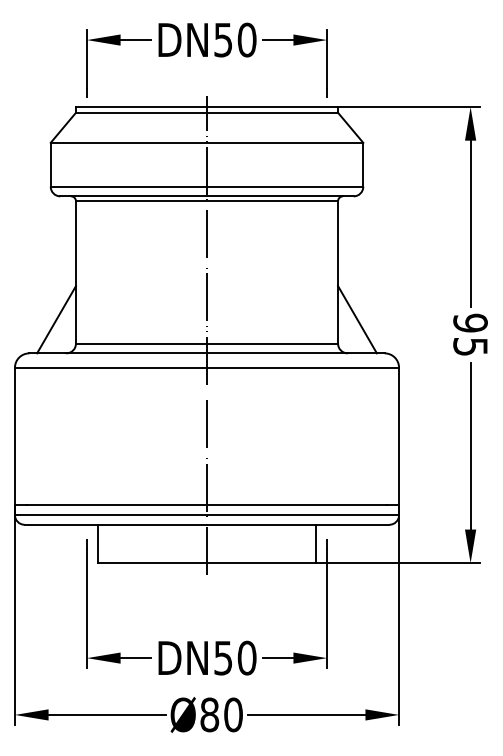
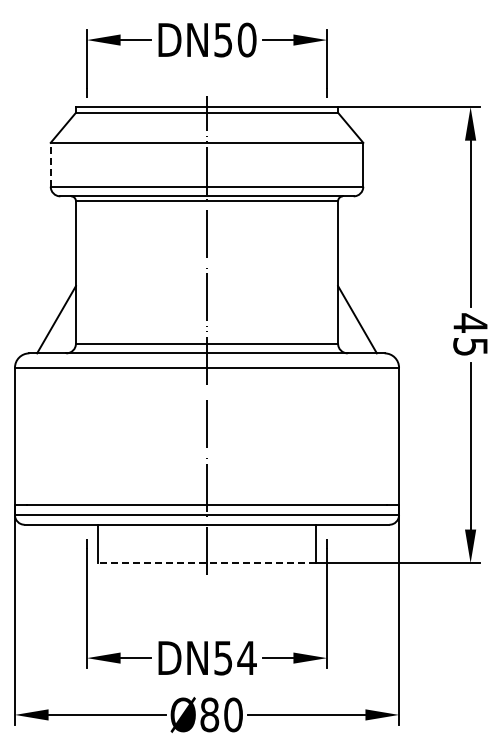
line at (50, 164): solid -> dashed
text at (470, 322): 95 -> 45
line at (206, 563): solid -> dashed
text at (246, 657): DN50 -> DN54
